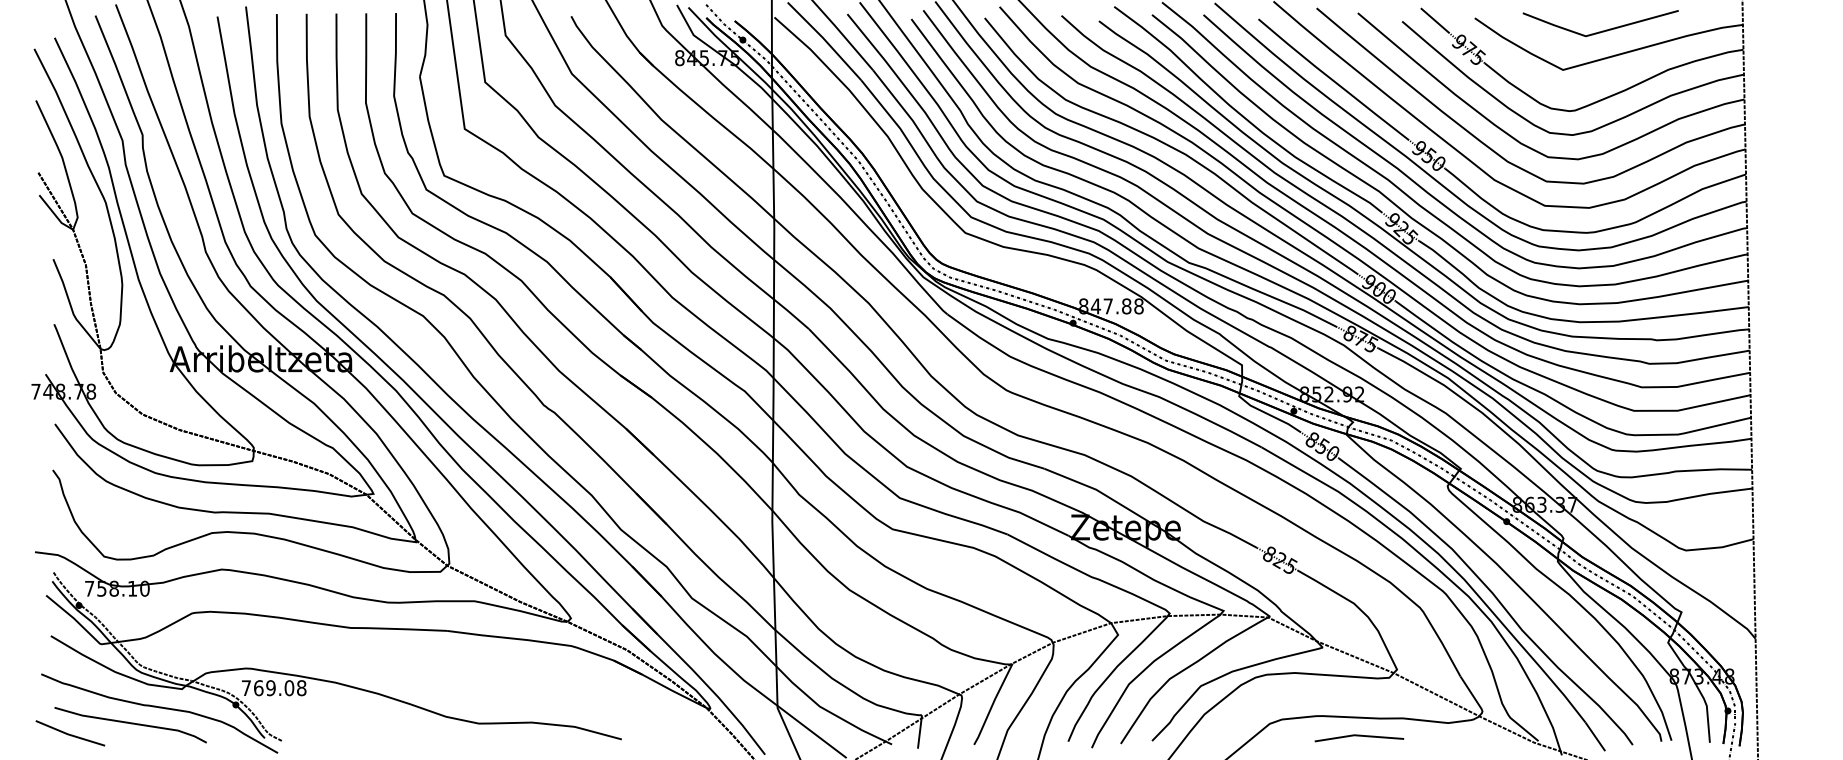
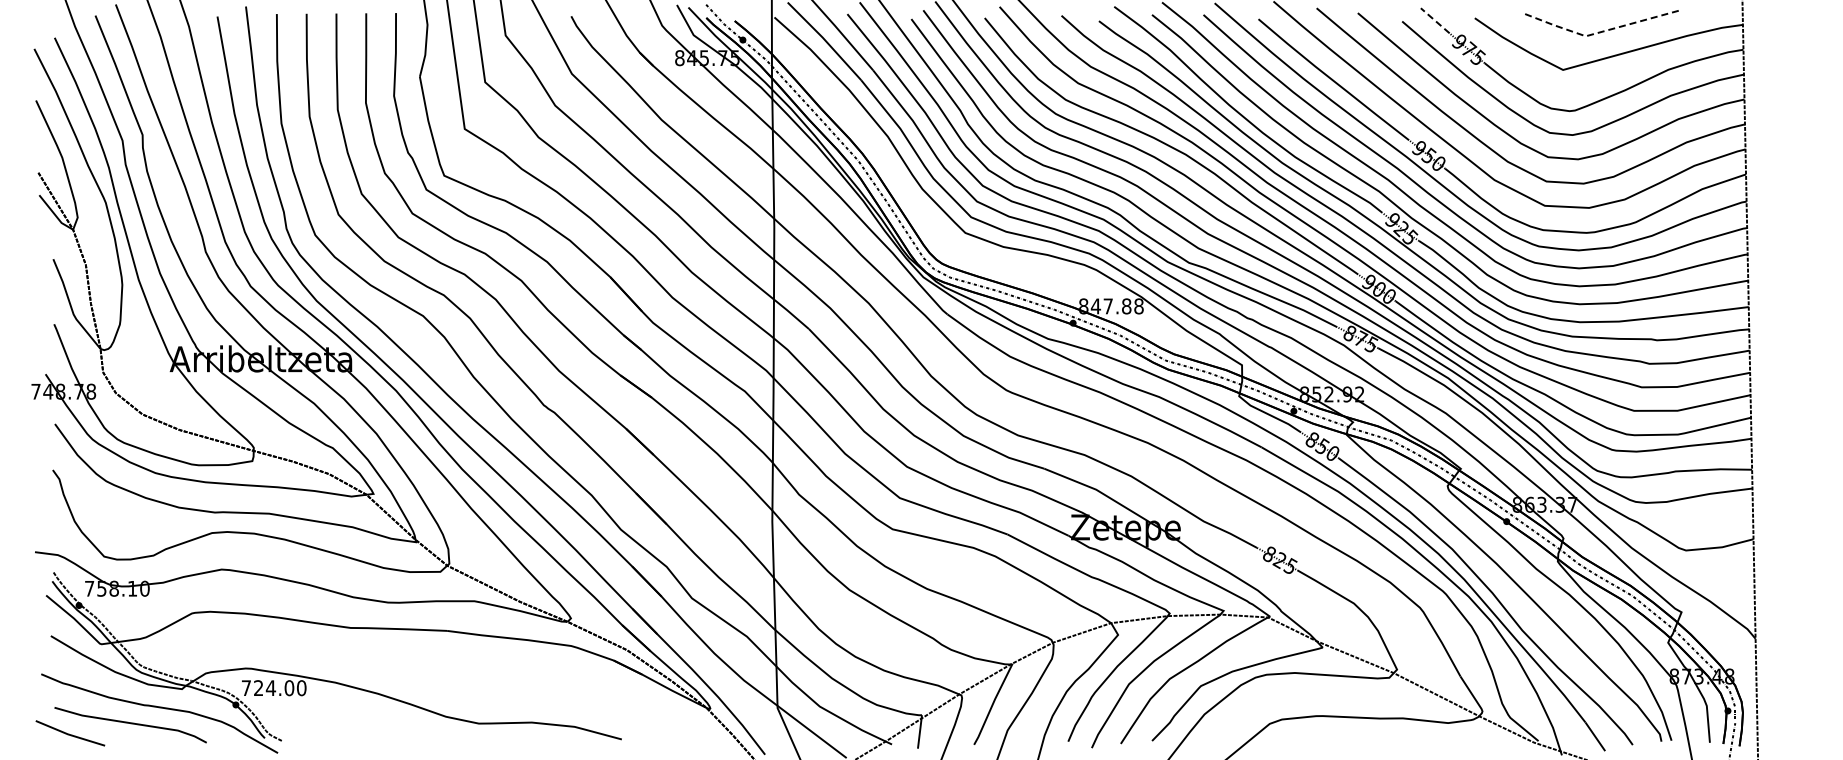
line at (1434, 20): solid -> dashed
line at (1598, 32): solid -> dashed
text at (280, 688): 769.08 -> 724.00
line at (1359, 736): present -> none
